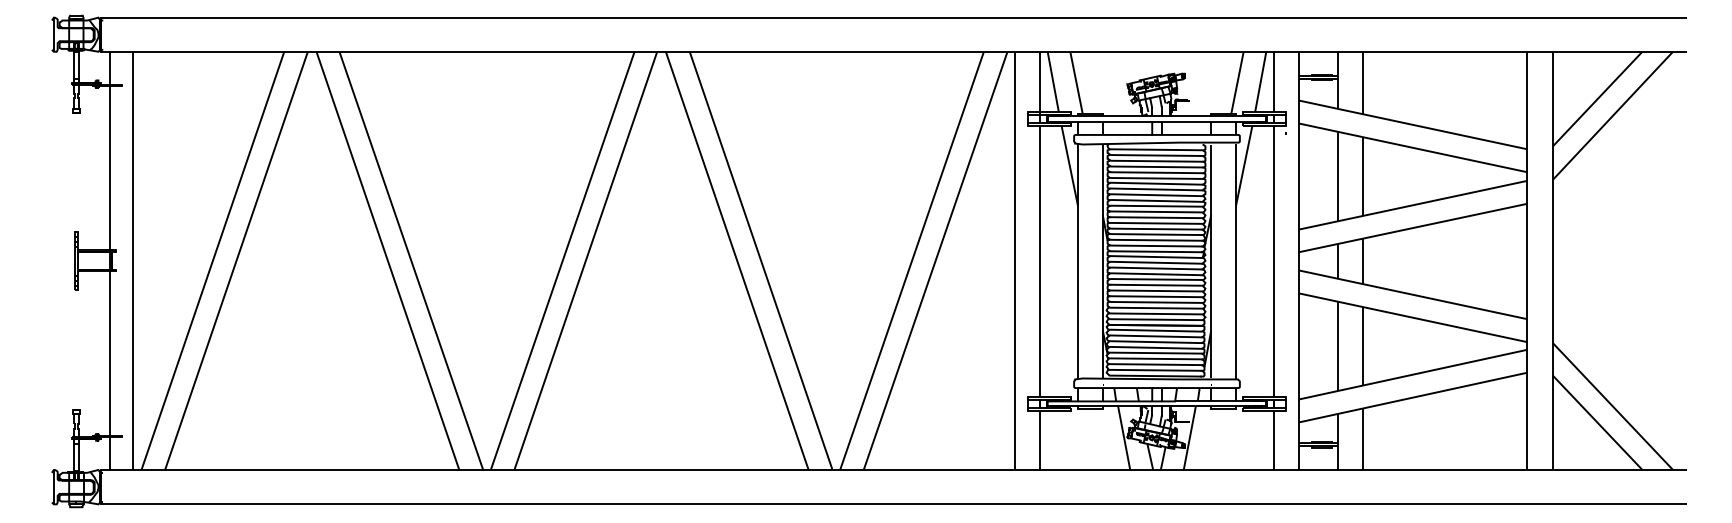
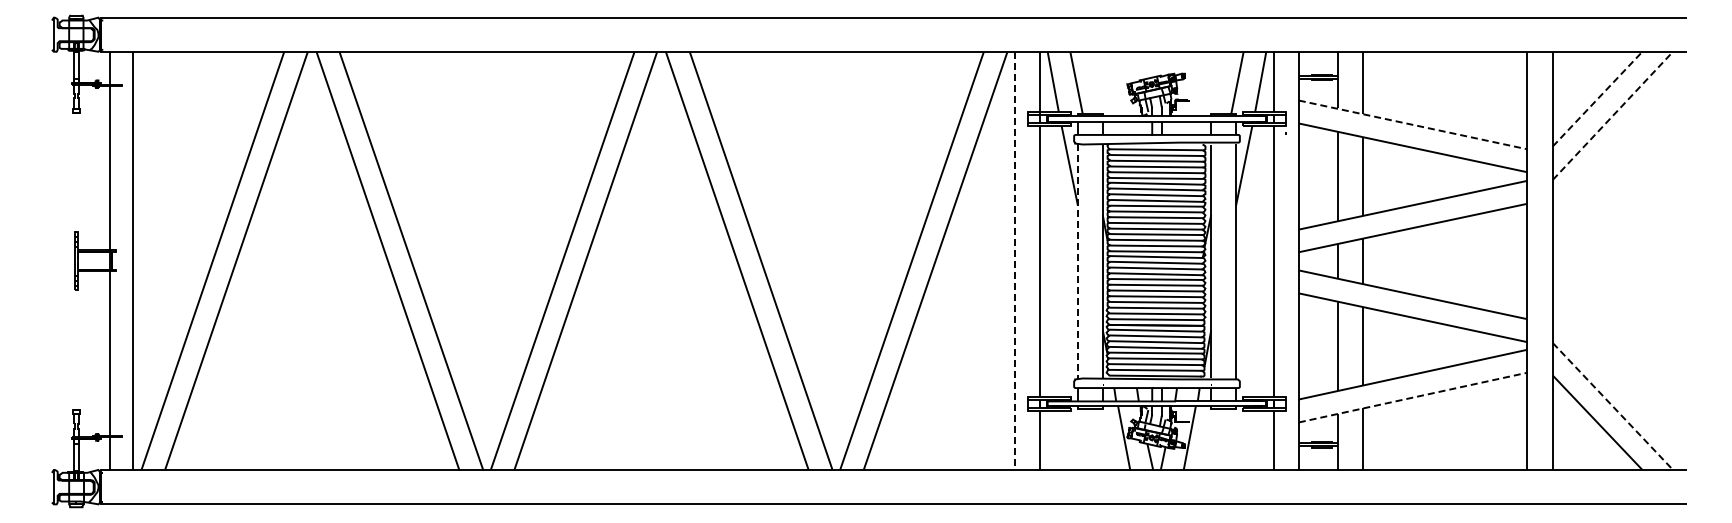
line at (1597, 98): solid -> dashed
line at (1612, 115): solid -> dashed
line at (1413, 124): solid -> dashed
line at (1015, 261): solid -> dashed
line at (1077, 261): solid -> dashed
line at (1413, 397): solid -> dashed
line at (1613, 406): solid -> dashed
